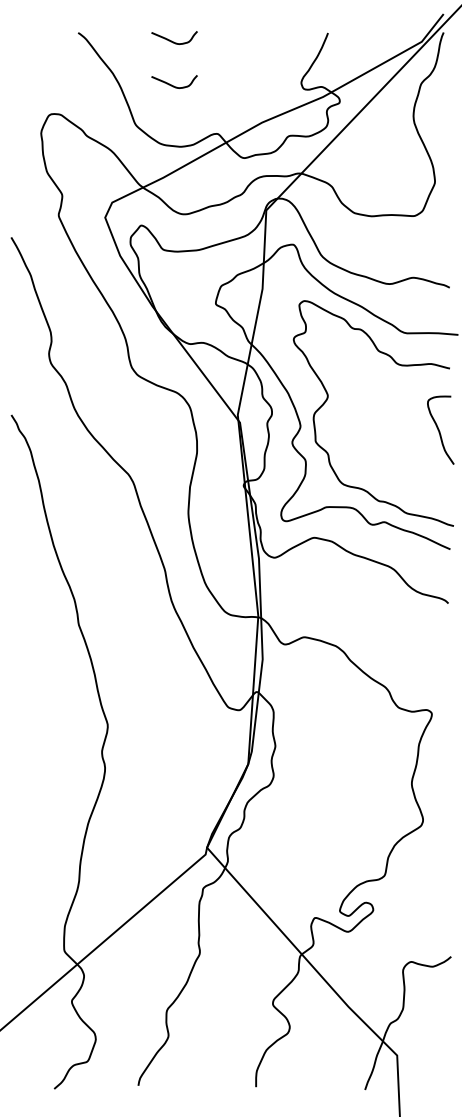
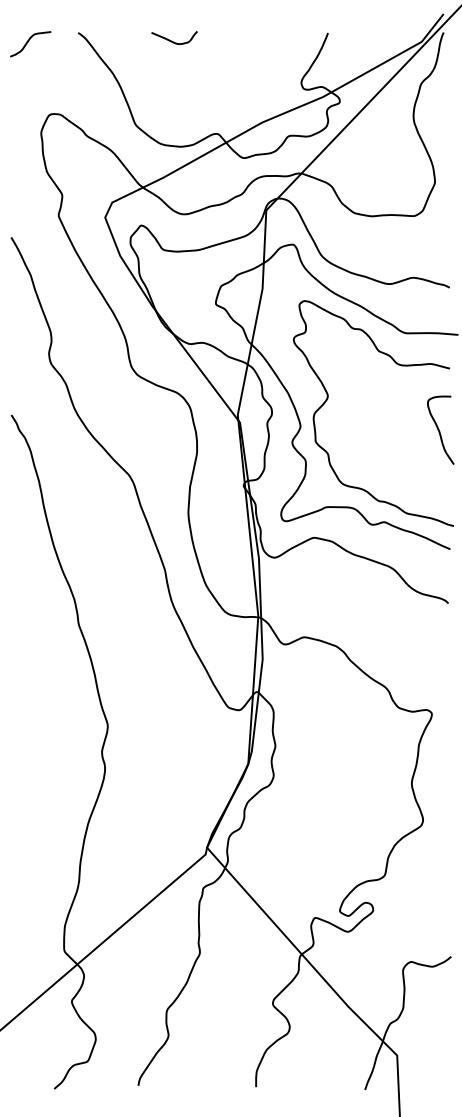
curve at (28, 42): none -> present
curve at (173, 85): present -> none
